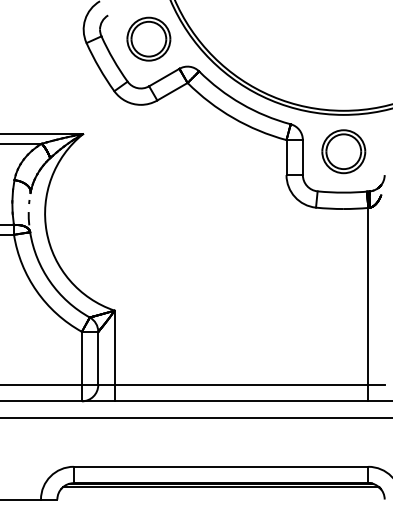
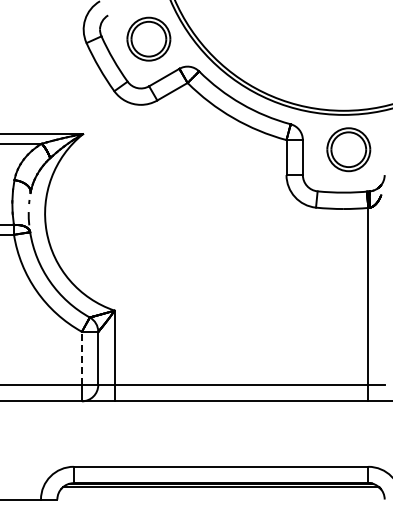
part at (343, 151) position: (343, 151) -> (348, 149)
line at (81, 358): solid -> dashed
line at (195, 417): present -> none
